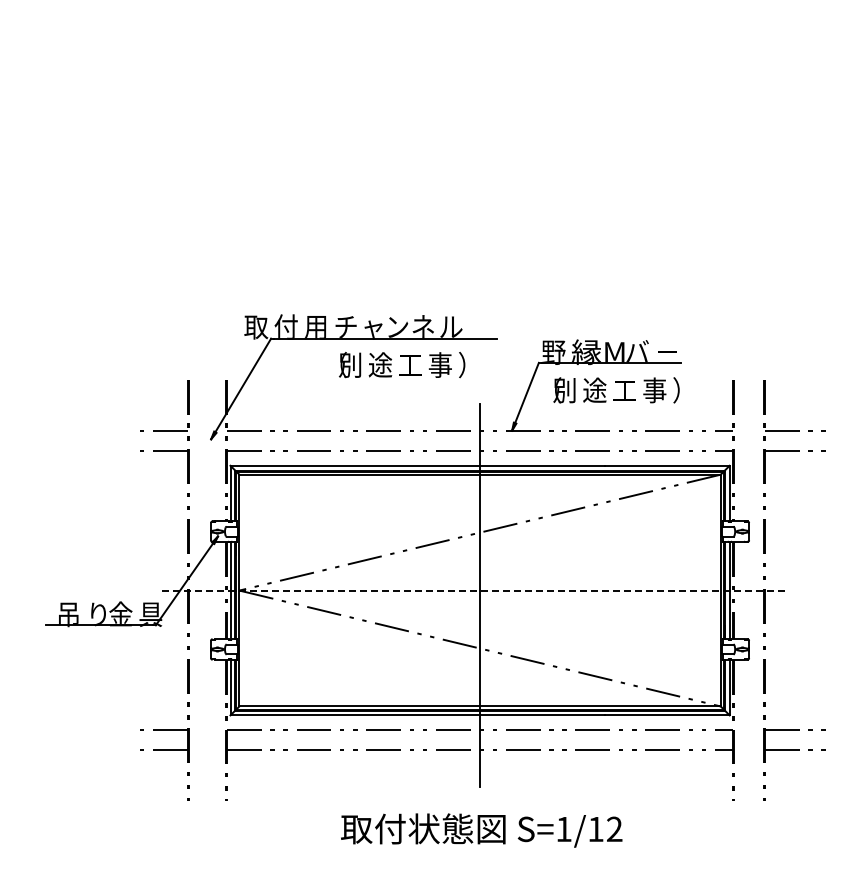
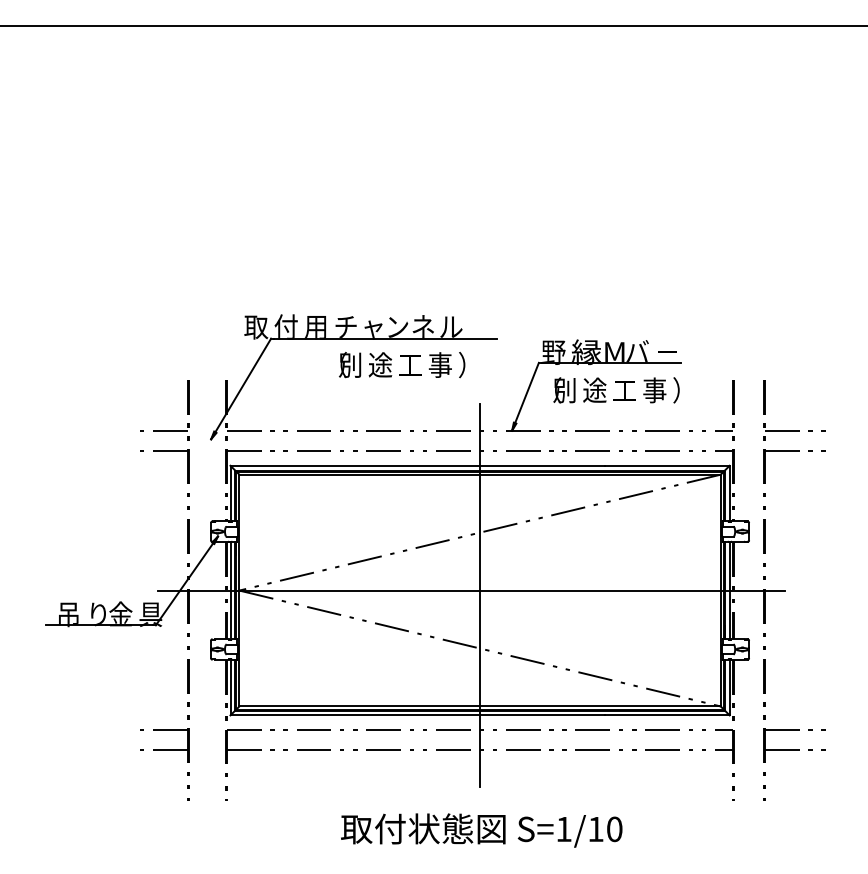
line at (433, 26): none -> present
line at (471, 590): dashed -> solid
text at (614, 829): S=1/12 -> S=1/10
